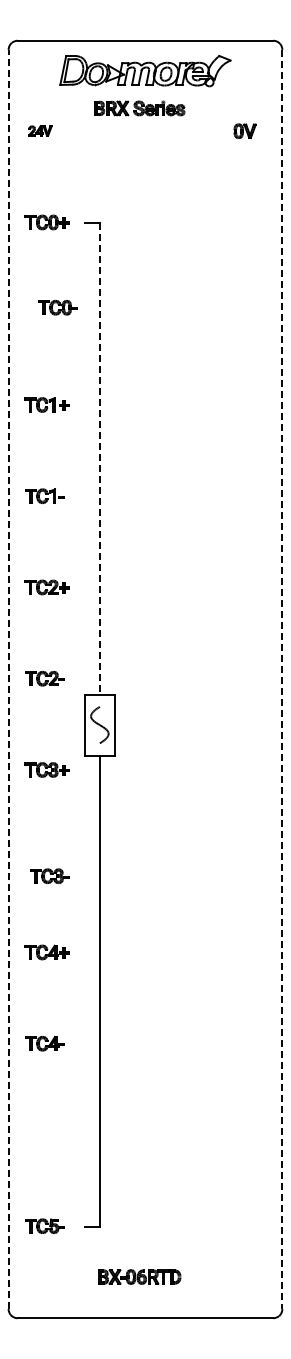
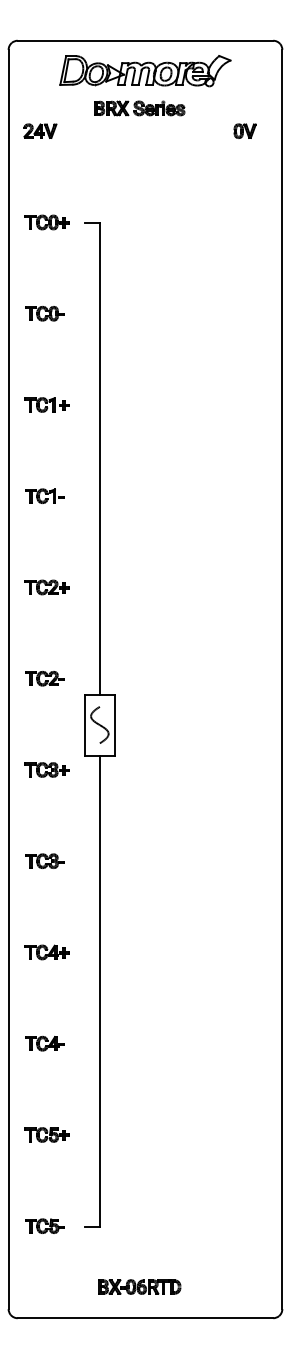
part at (40, 130) size: 25x12 px -> 35x16 px
part at (57, 307) position: (57, 307) -> (44, 313)
line at (99, 458): dashed -> solid
line at (8, 679): dashed -> solid
line at (282, 679): dashed -> solid
part at (49, 875) position: (49, 875) -> (44, 860)
part at (46, 1134): none -> present
part at (139, 1276) position: (139, 1276) -> (139, 1286)
